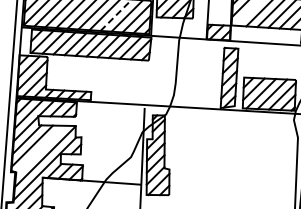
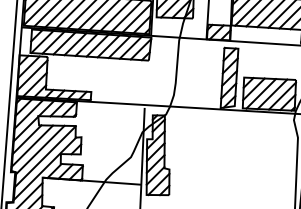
line at (246, 13): none -> present
line at (115, 15): dashed -> solid
line at (40, 149): none -> present
